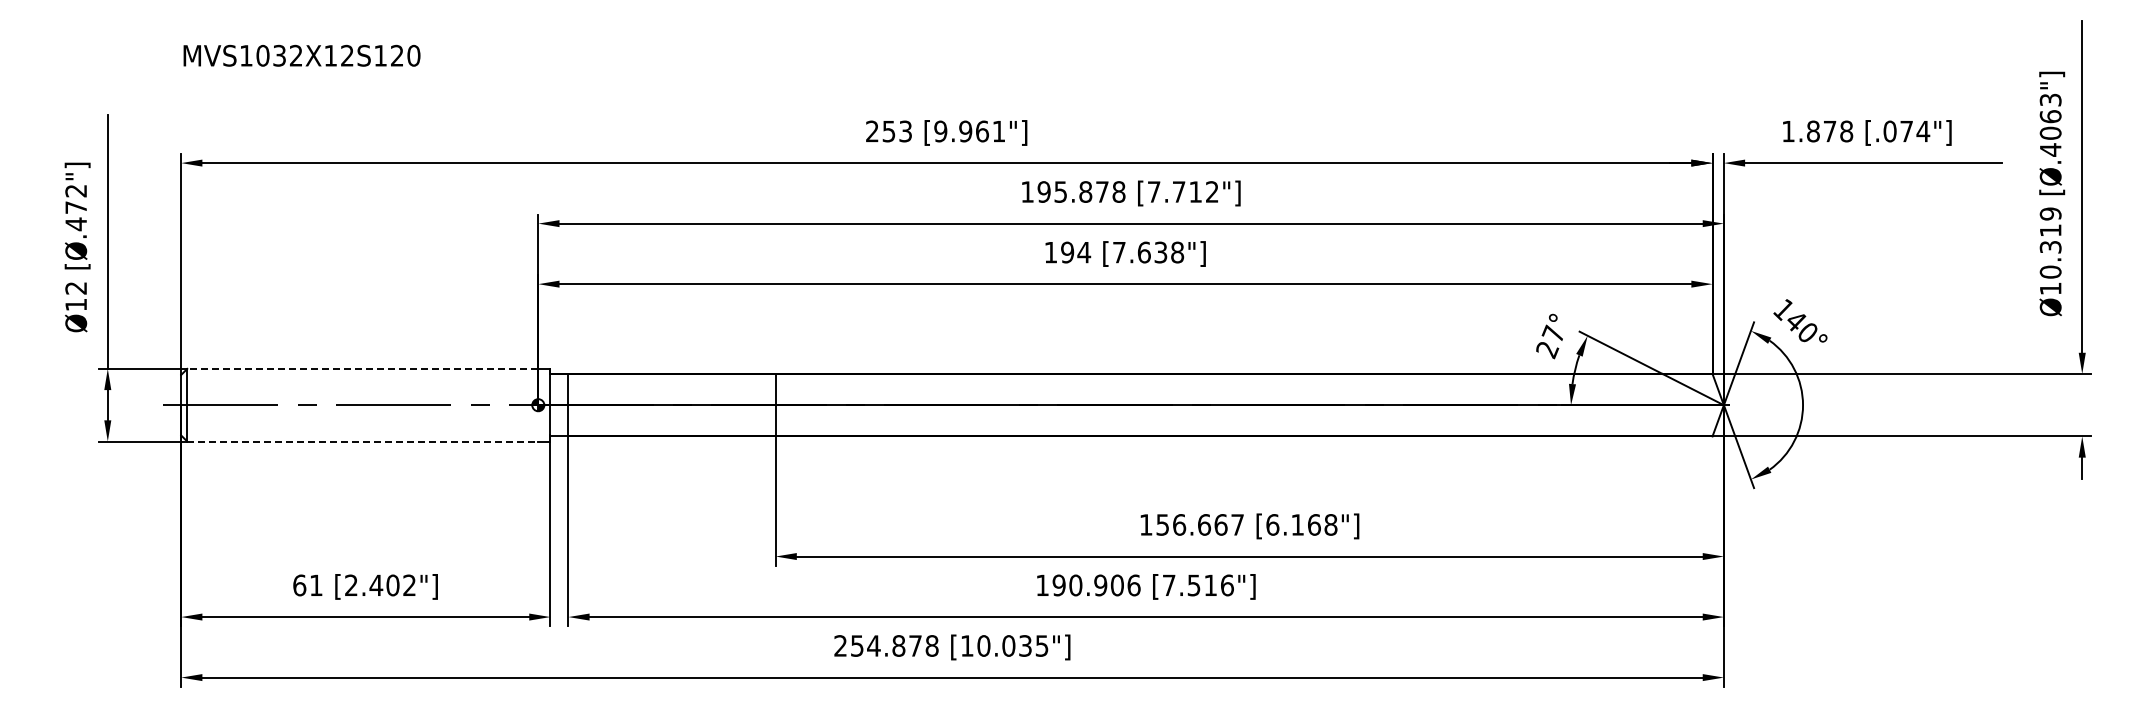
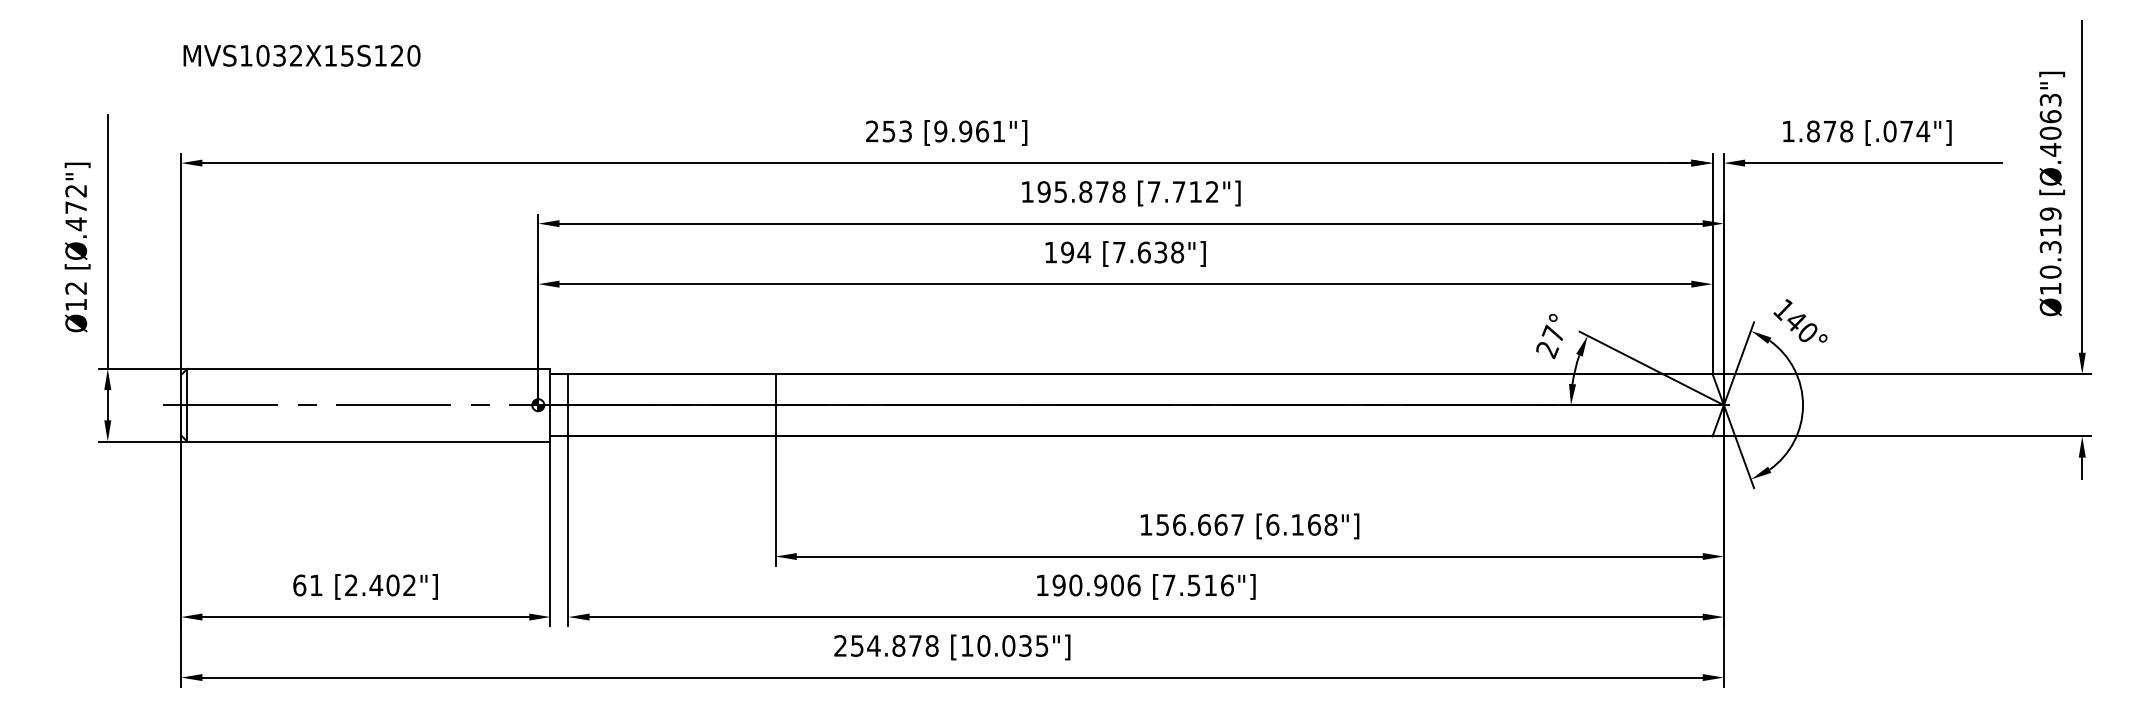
text at (347, 55): MVS1032X12S120 -> MVS1032X15S120
line at (362, 368): dashed -> solid
line at (362, 441): dashed -> solid
